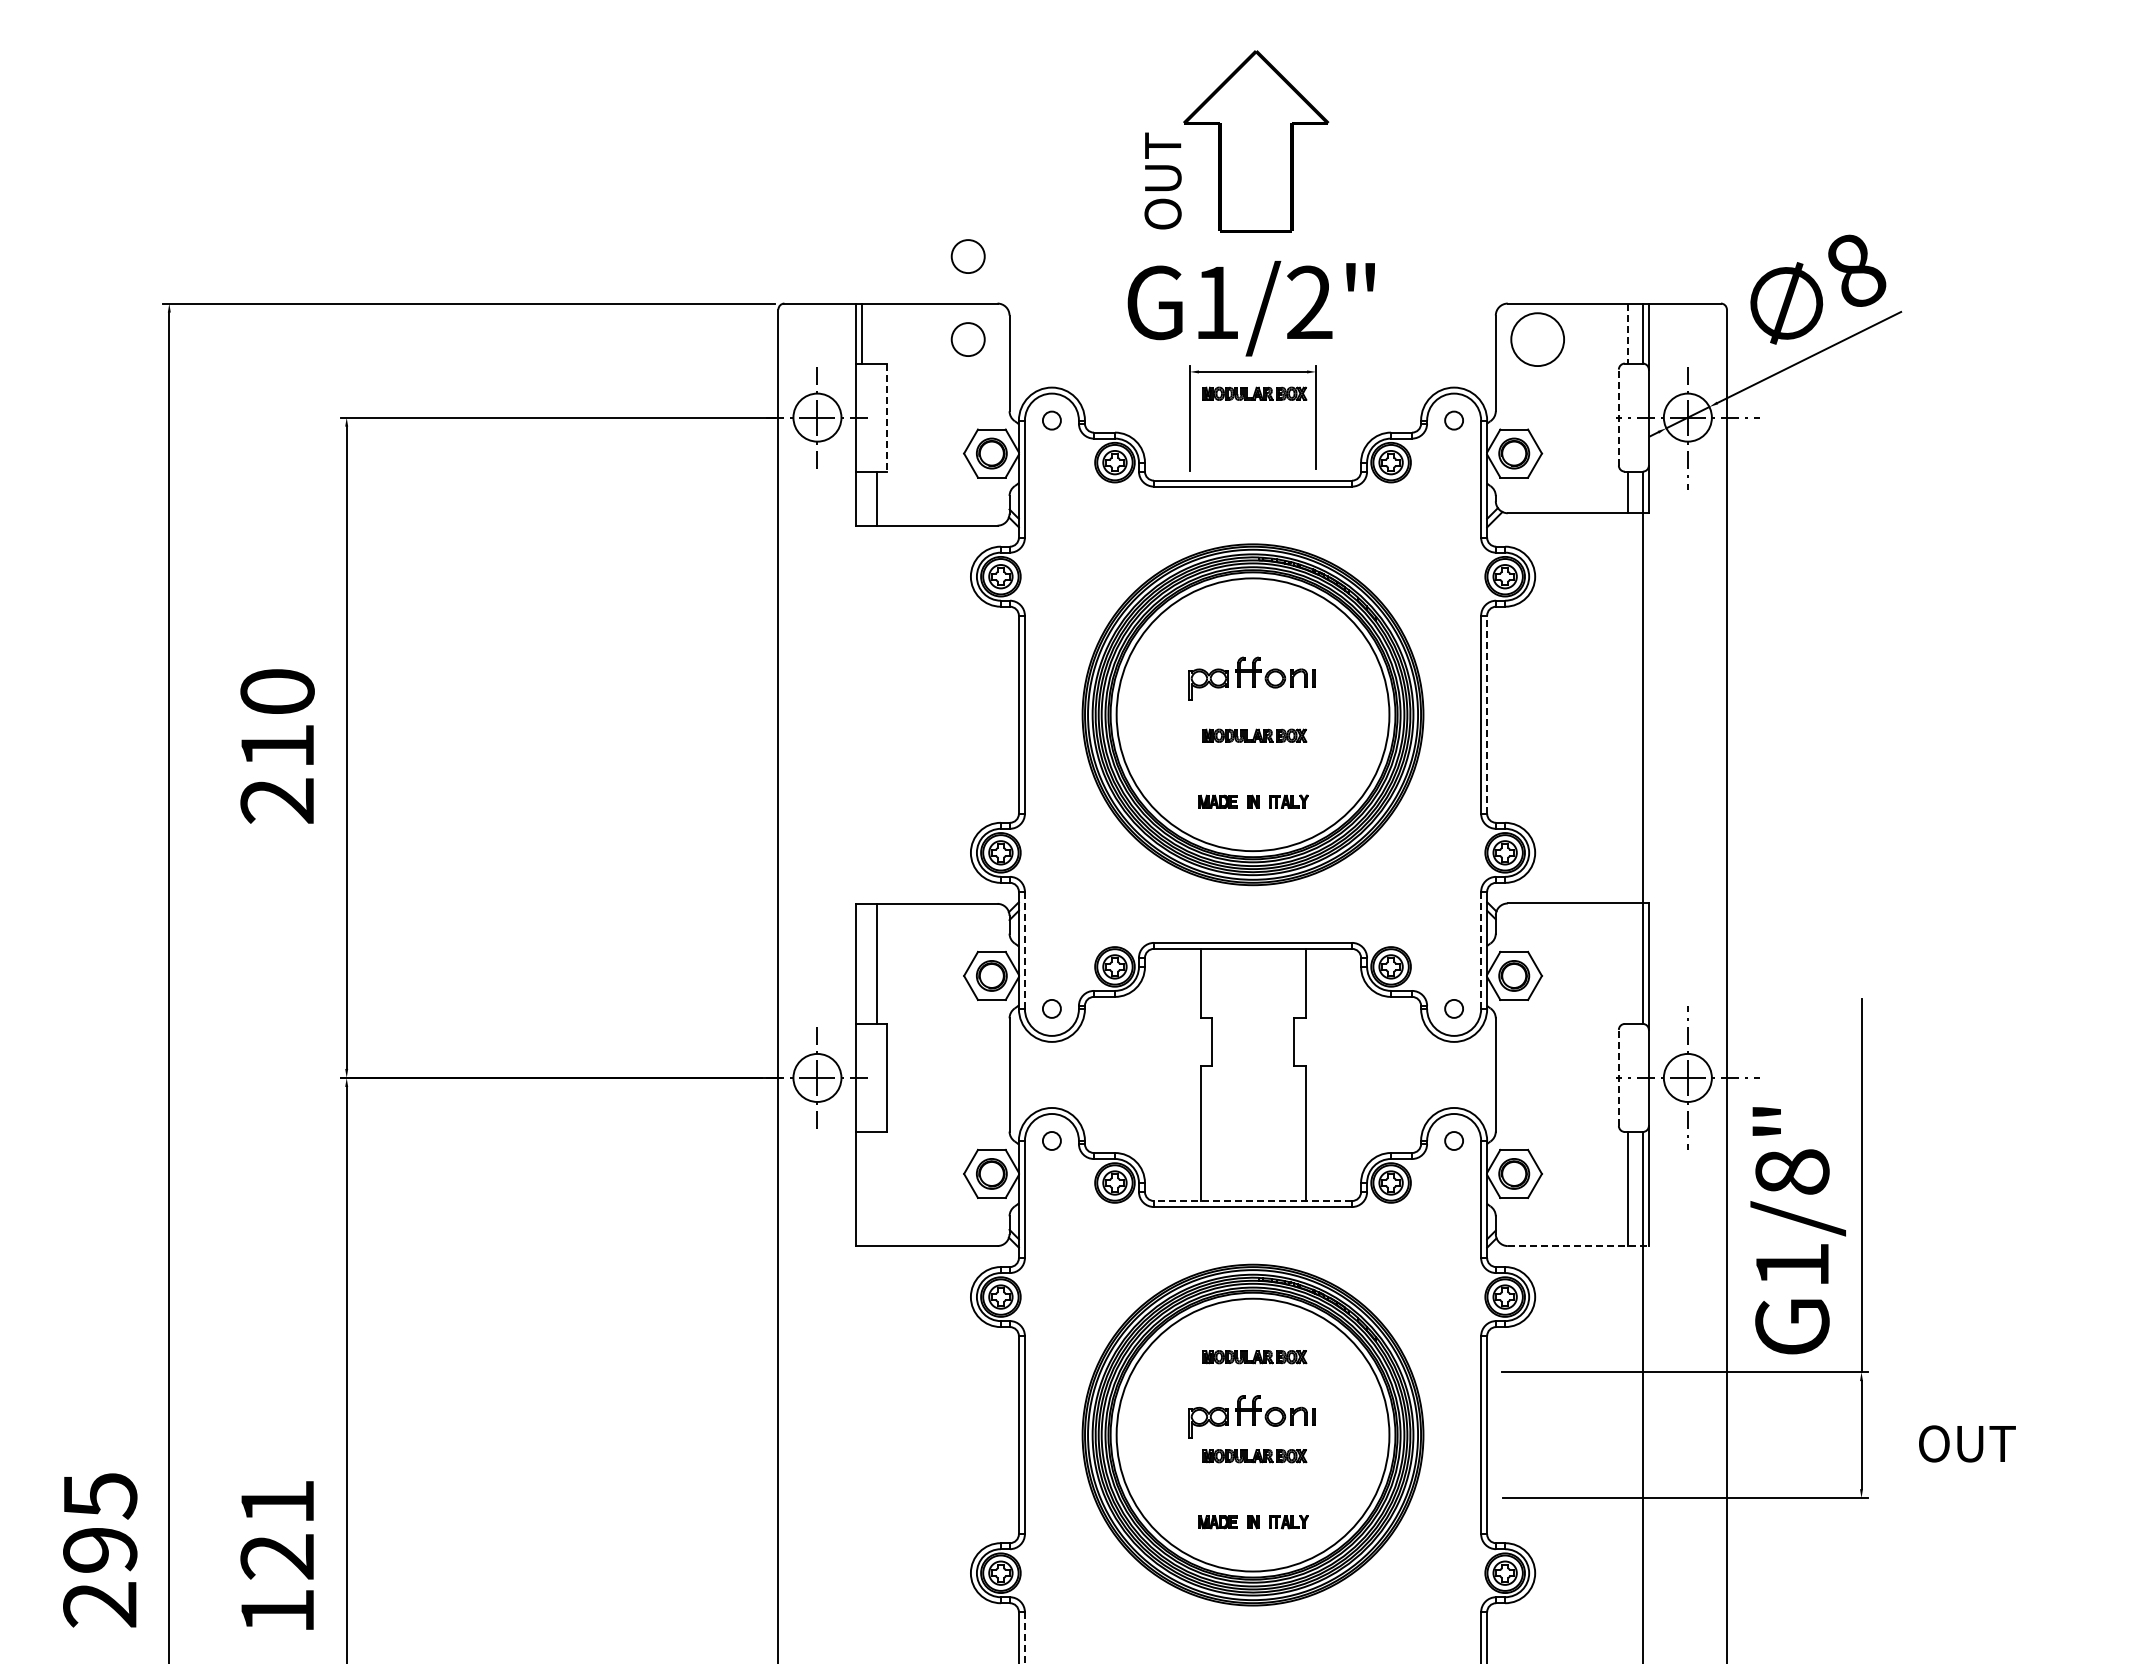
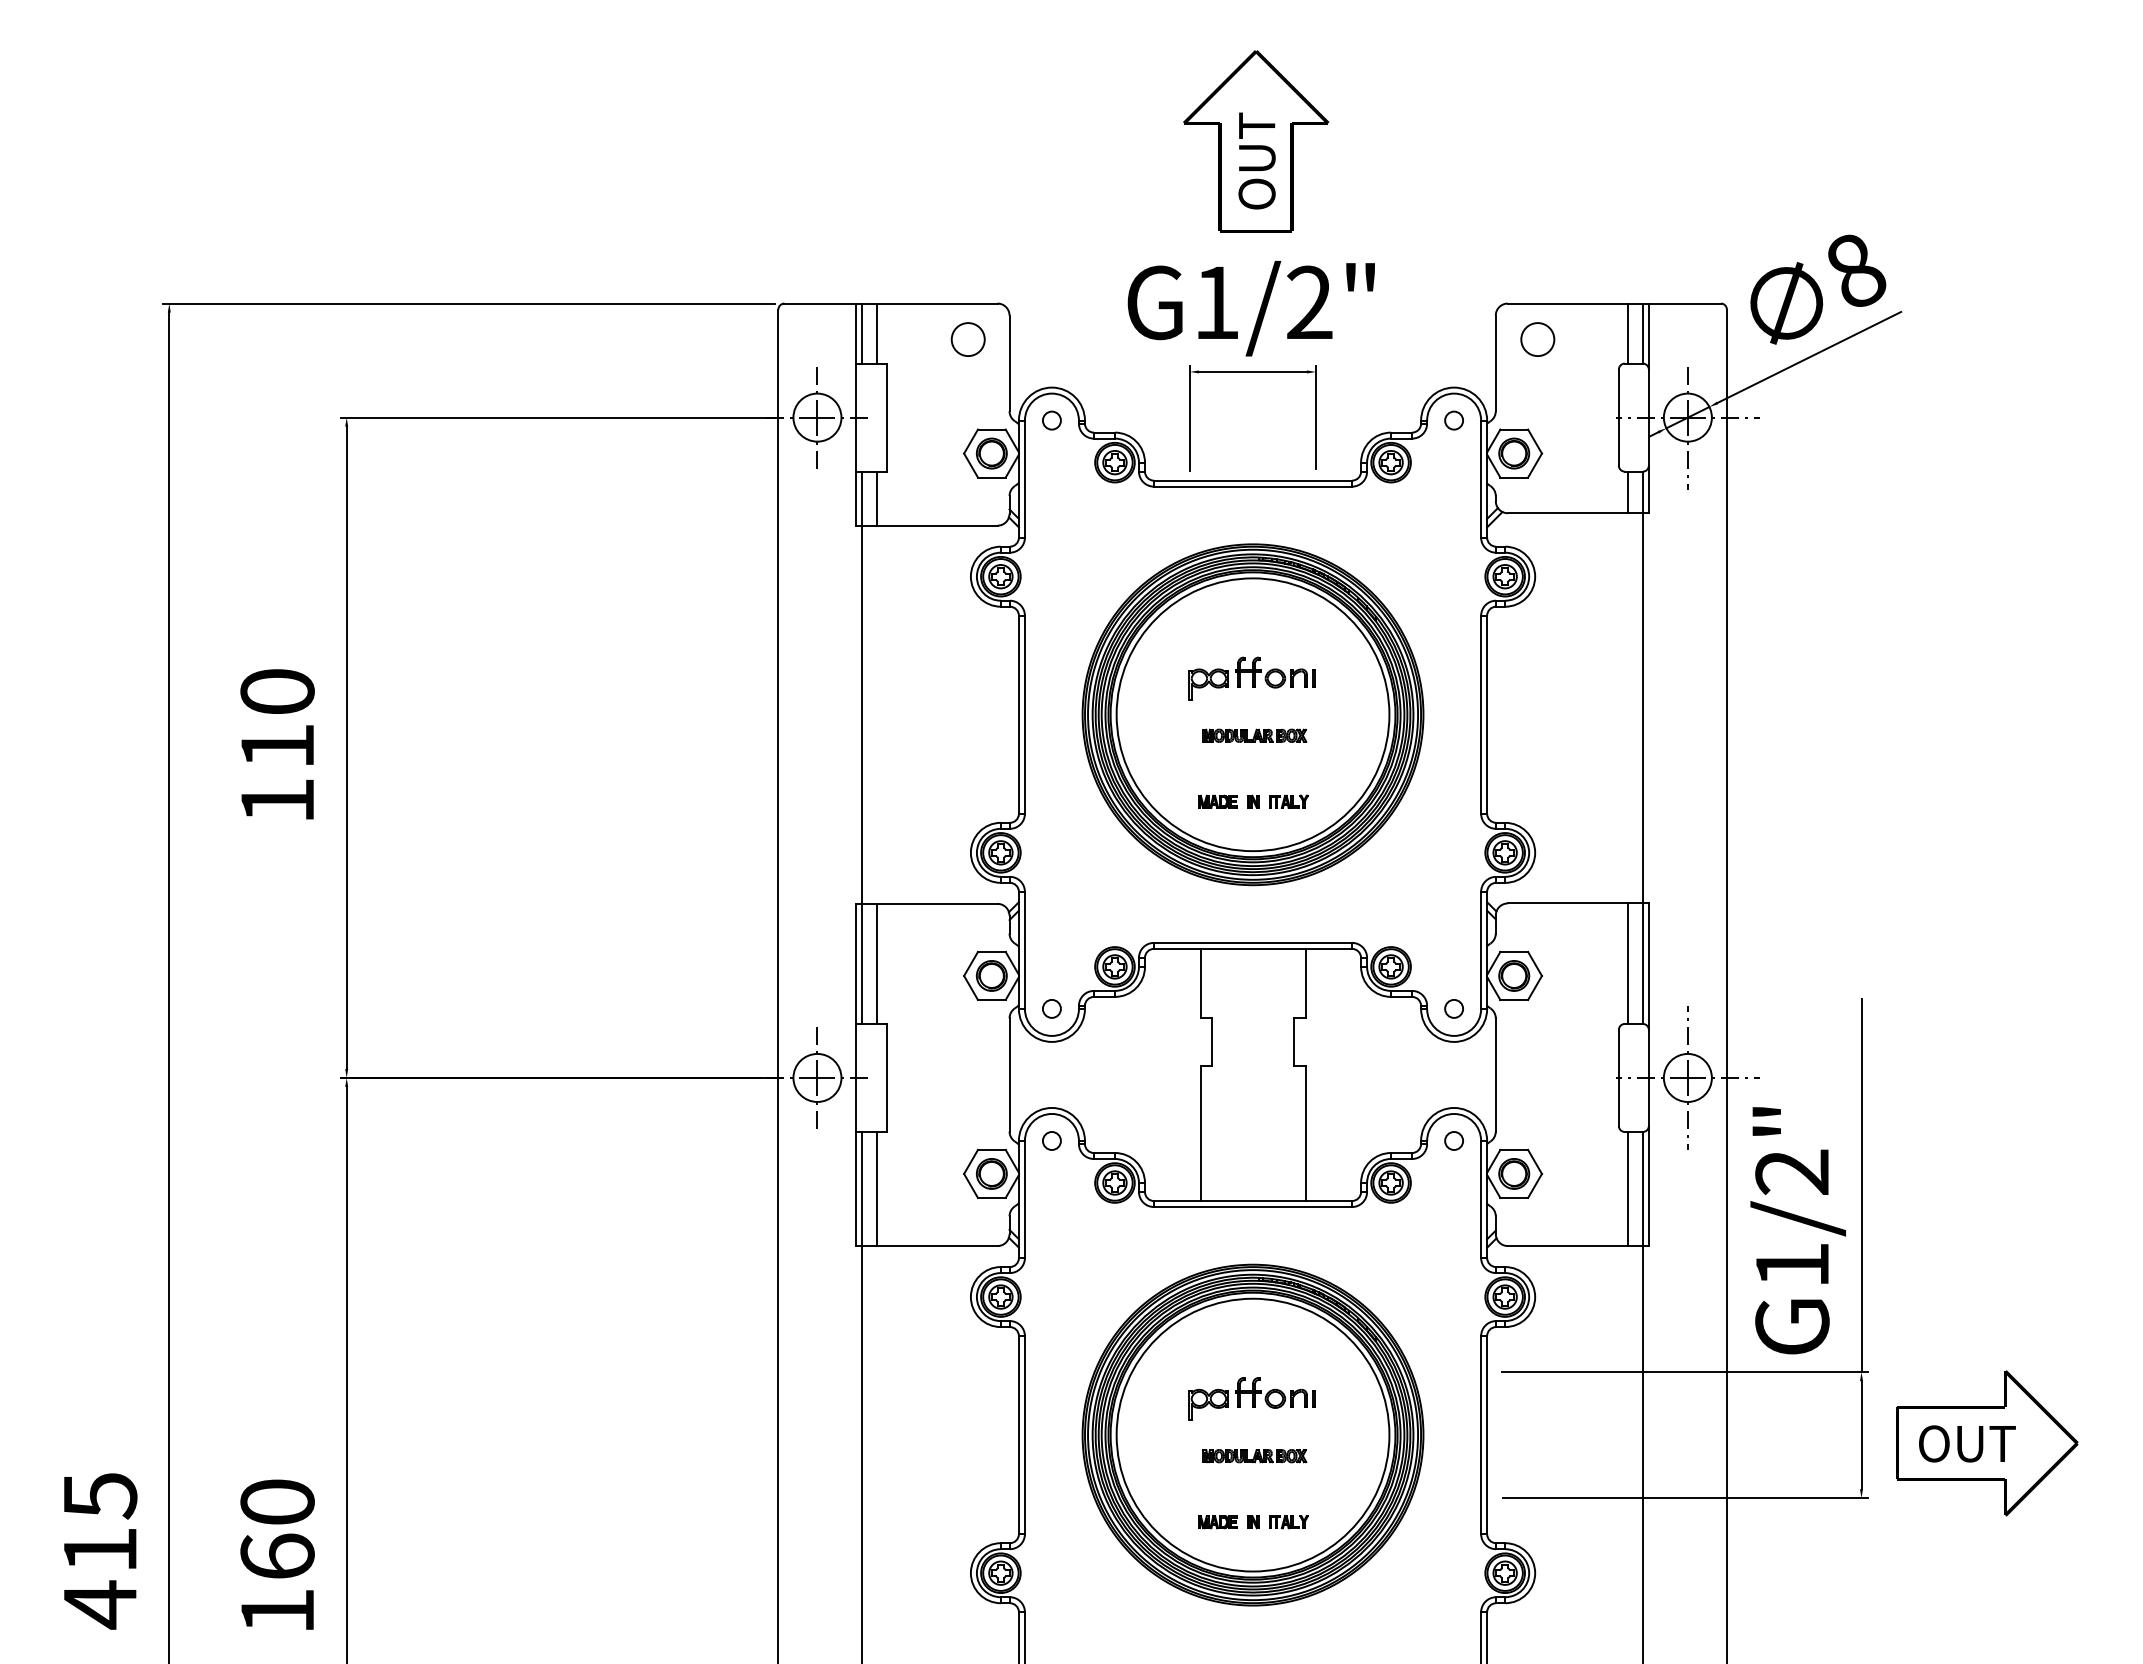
text at (1162, 180) position: (1162, 180) -> (1256, 160)
circle at (967, 256): present -> none
line at (877, 333): none -> present
line at (1627, 334): dashed -> solid
circle at (1537, 339) size: 55x55 px -> 36x35 px
part at (1254, 393): present -> none
line at (1618, 417): dashed -> solid
line at (886, 418): dashed -> solid
line at (1487, 714): dashed -> solid
line at (862, 747): none -> present
text at (276, 800): 210 -> 110
line at (1024, 950): dashed -> solid
line at (1481, 950): dashed -> solid
line at (1627, 963): none -> present
line at (1618, 1077): dashed -> solid
text at (1792, 1172): G1/8" -> G1/2"
line at (877, 1188): none -> present
line at (1252, 1201): dashed -> solid
line at (1578, 1246): dashed -> solid
part at (1254, 1357): present -> none
line at (862, 1395): none -> present
part at (1251, 1416) position: (1251, 1416) -> (1251, 1398)
part at (1987, 1443): none -> present
text at (277, 1529): 121 -> 160
text at (100, 1578): 295 -> 415
line at (1024, 1638): dashed -> solid
